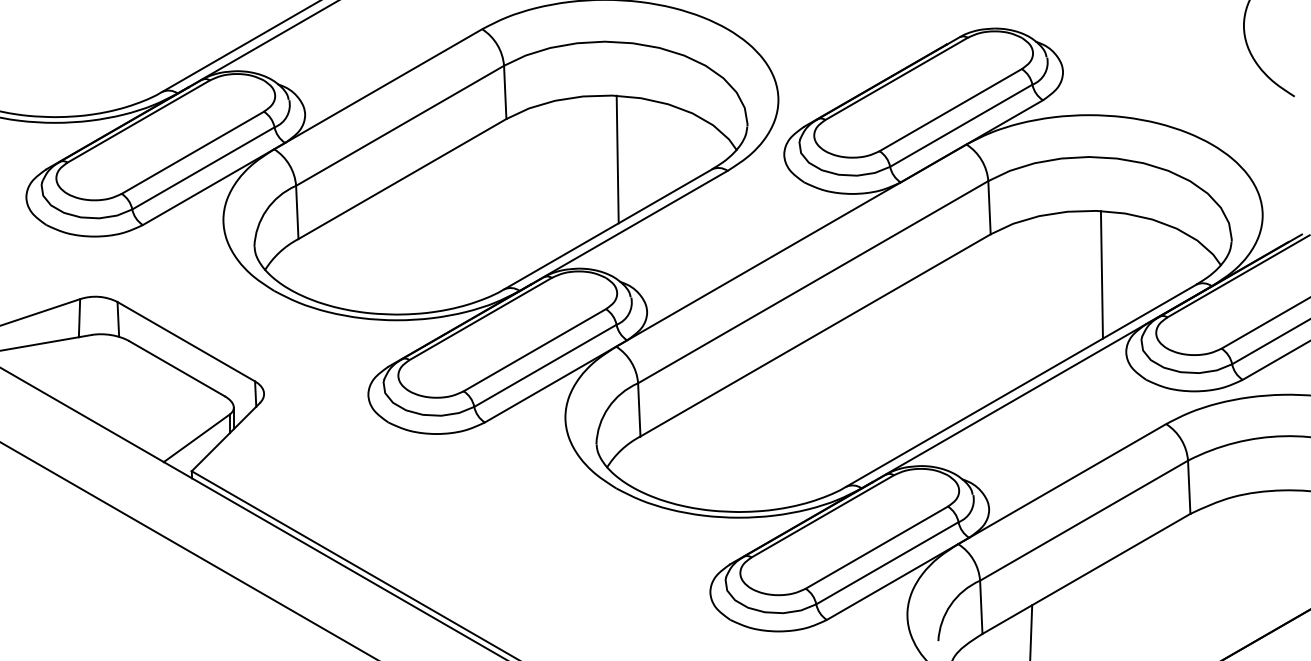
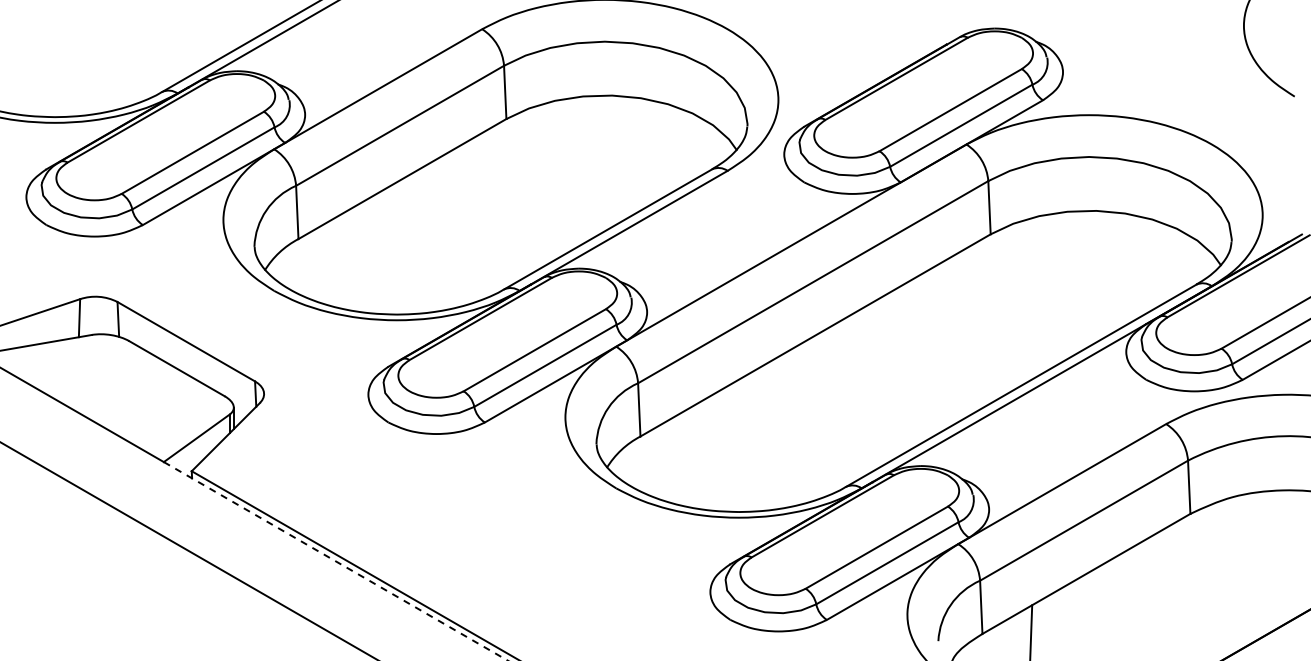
line at (617, 159): present -> none
line at (1101, 274): present -> none
line at (335, 561): solid -> dashed
